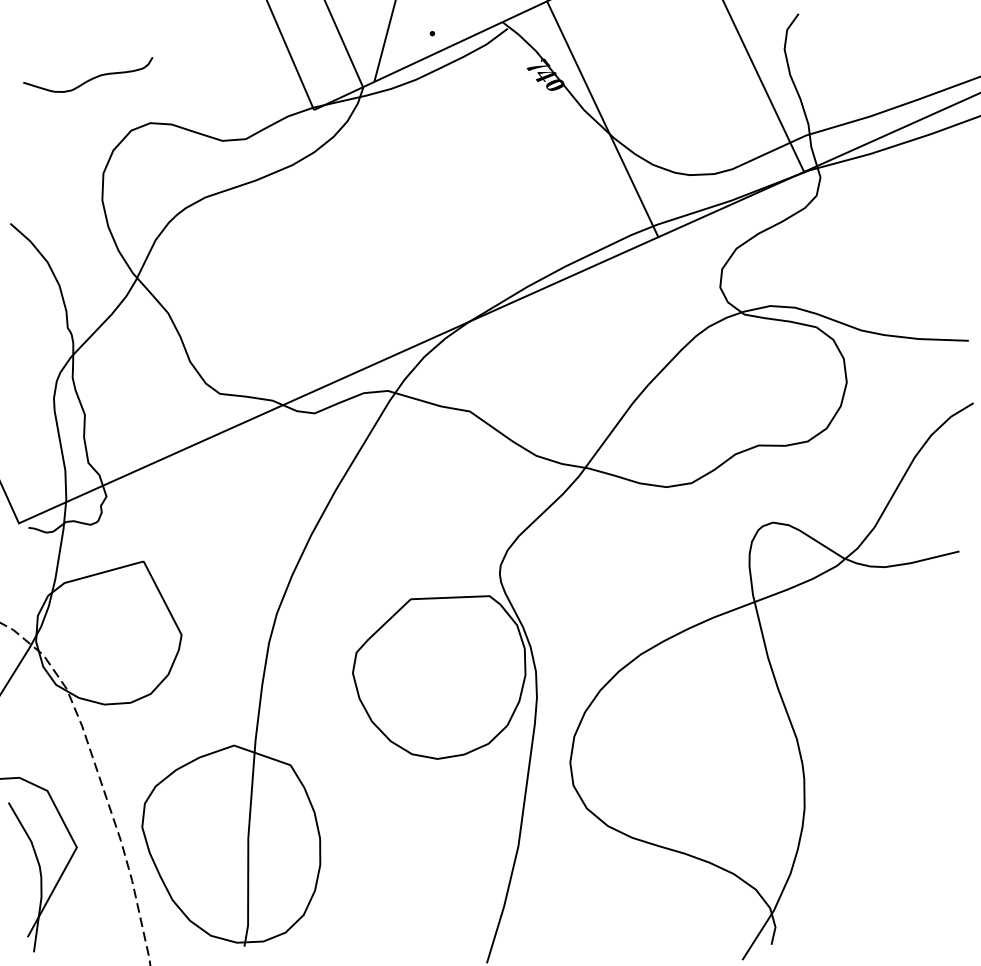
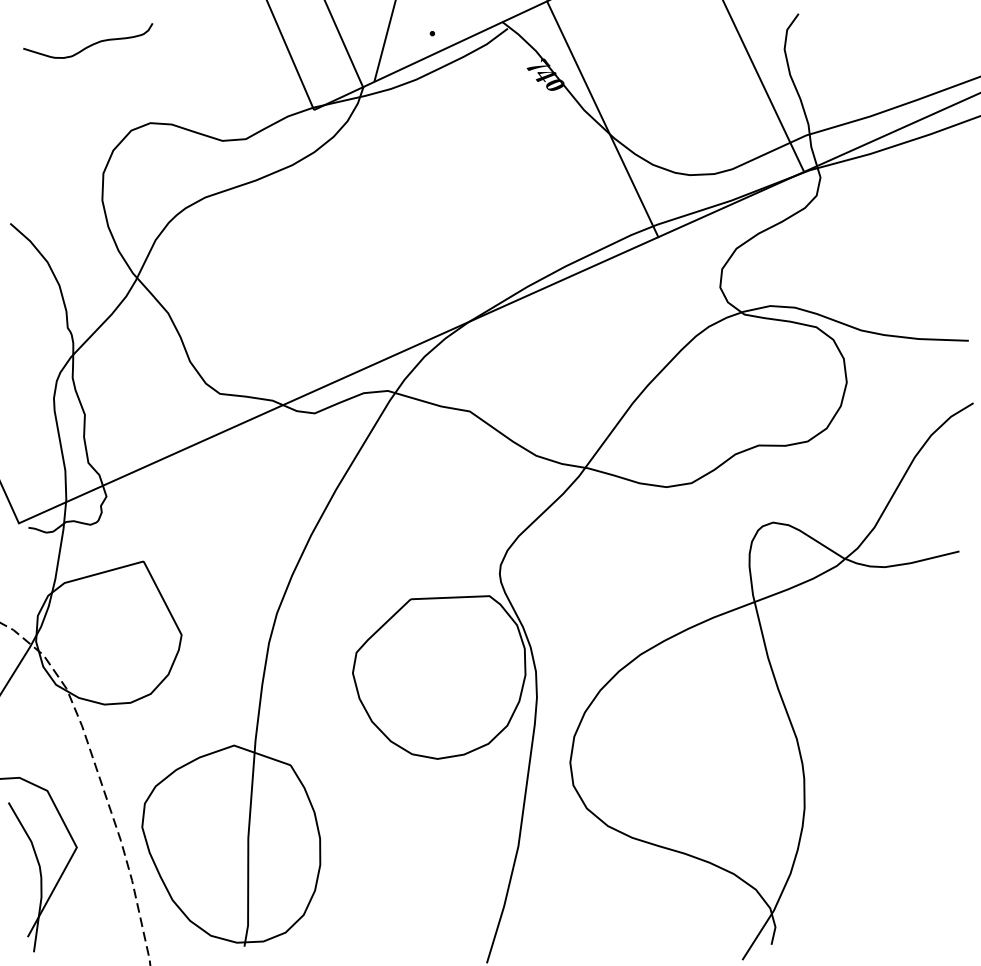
curve at (90, 78) position: (90, 78) -> (90, 44)
